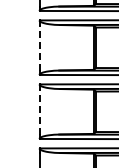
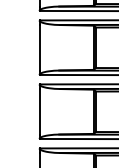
line at (39, 47): dashed -> solid
line at (39, 111): dashed -> solid
